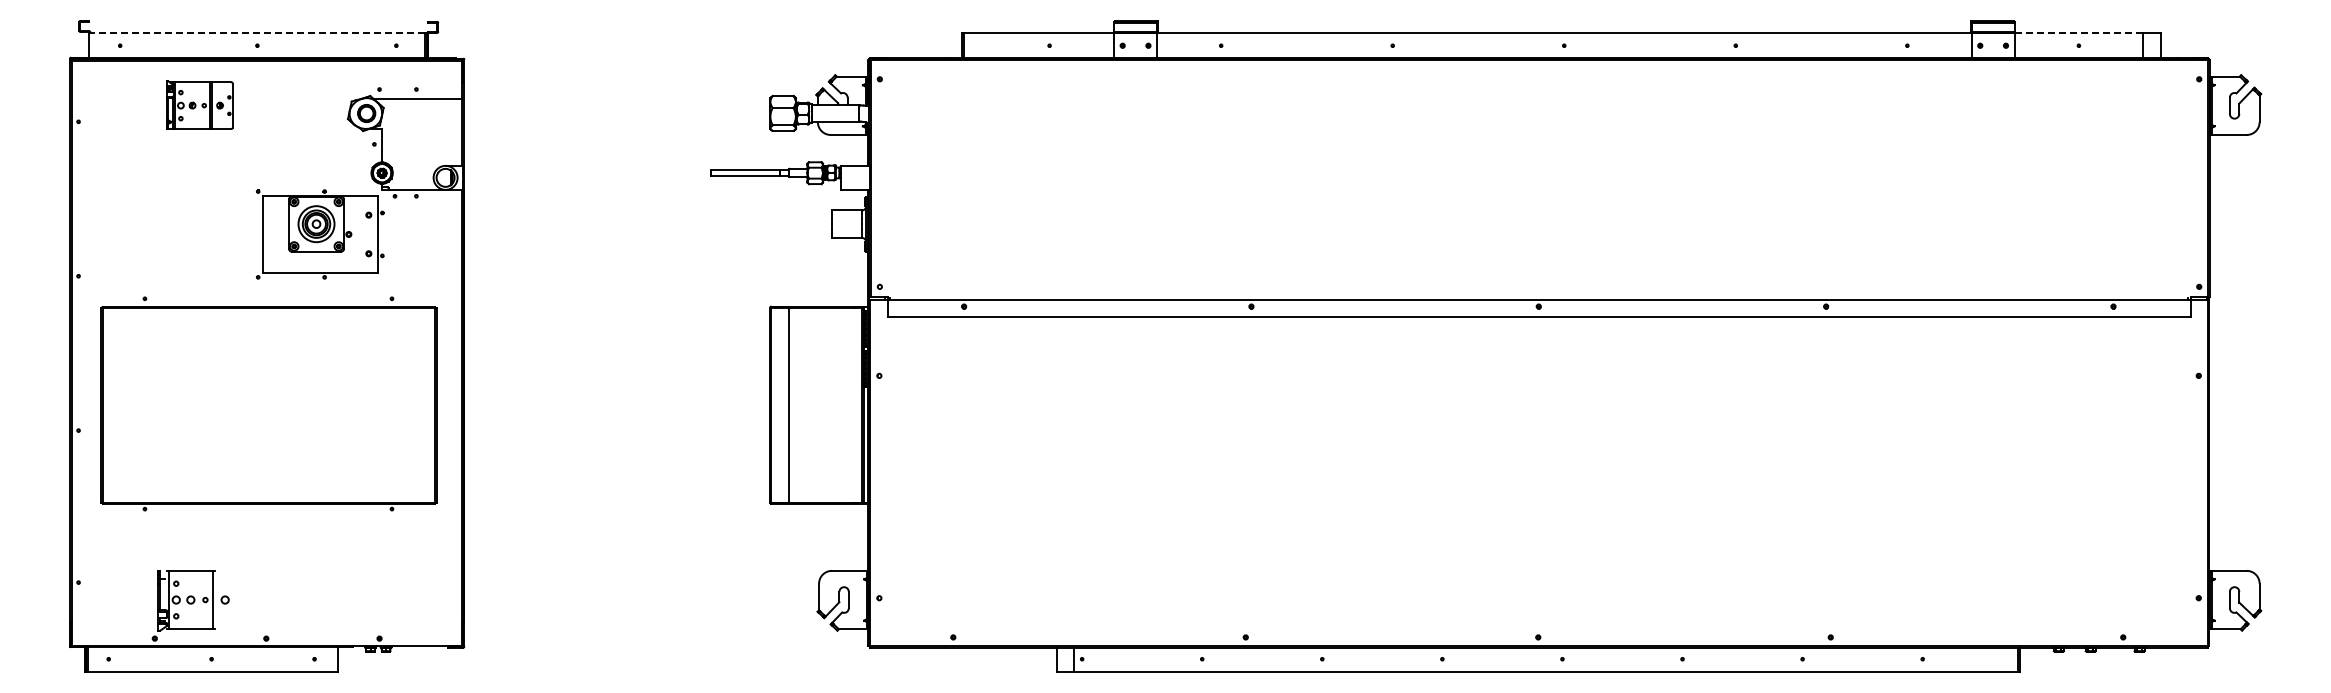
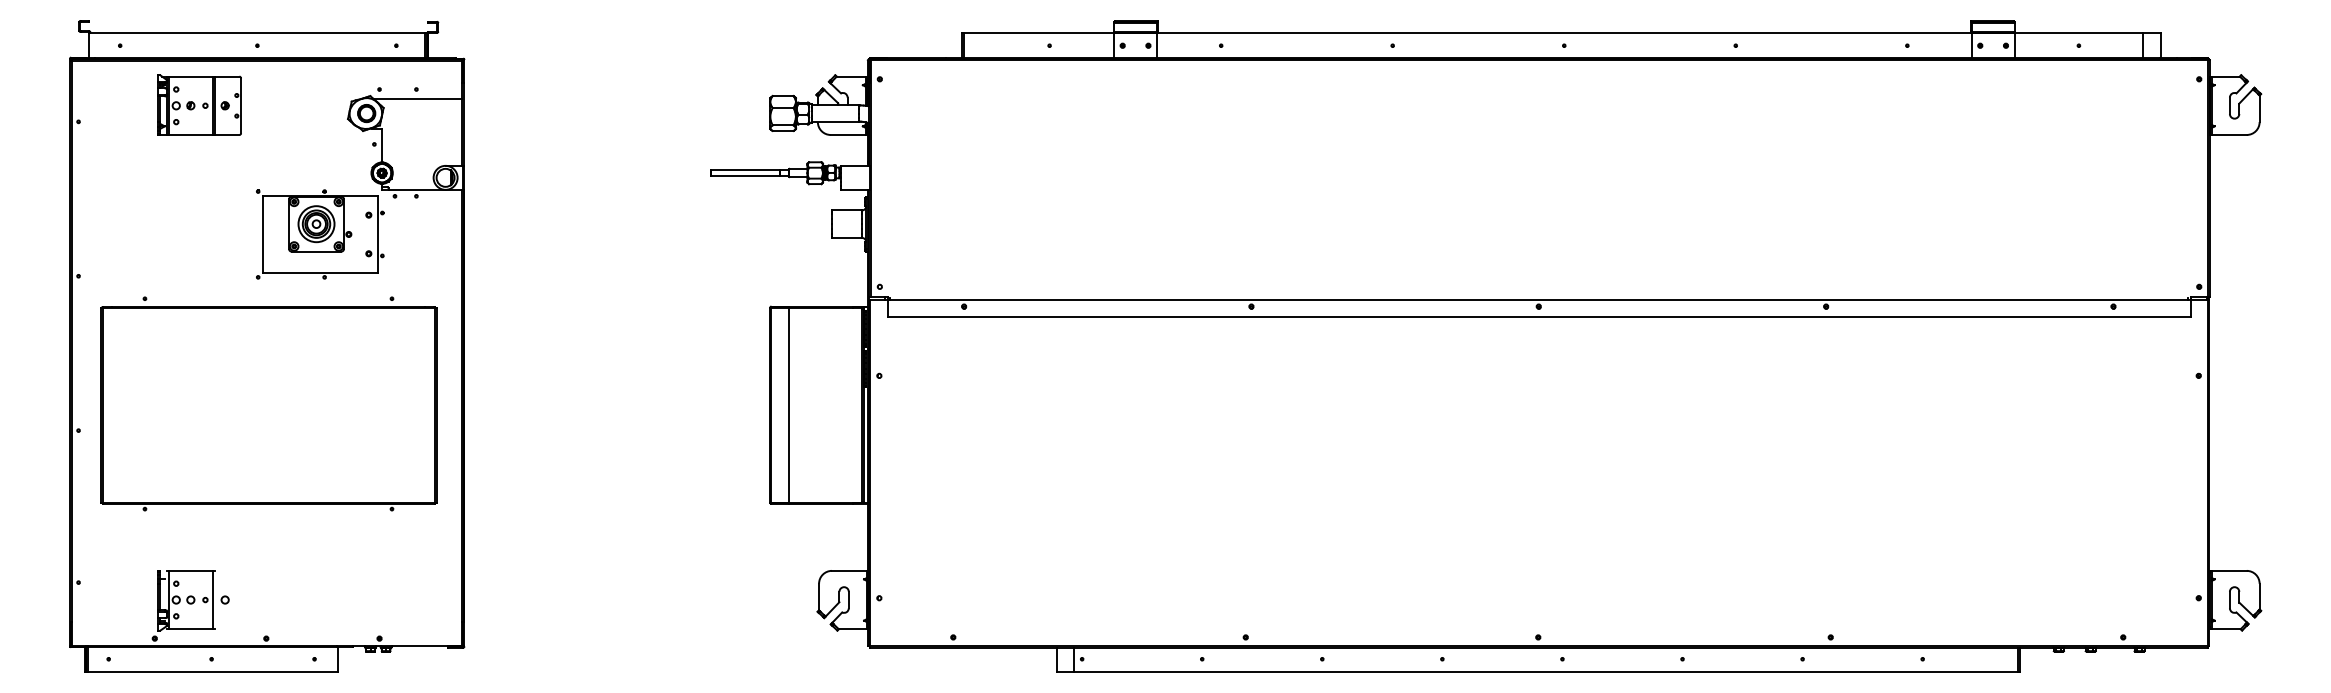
line at (256, 32): dashed -> solid
line at (2078, 32): dashed -> solid
part at (199, 104) size: 68x50 px -> 85x62 px
